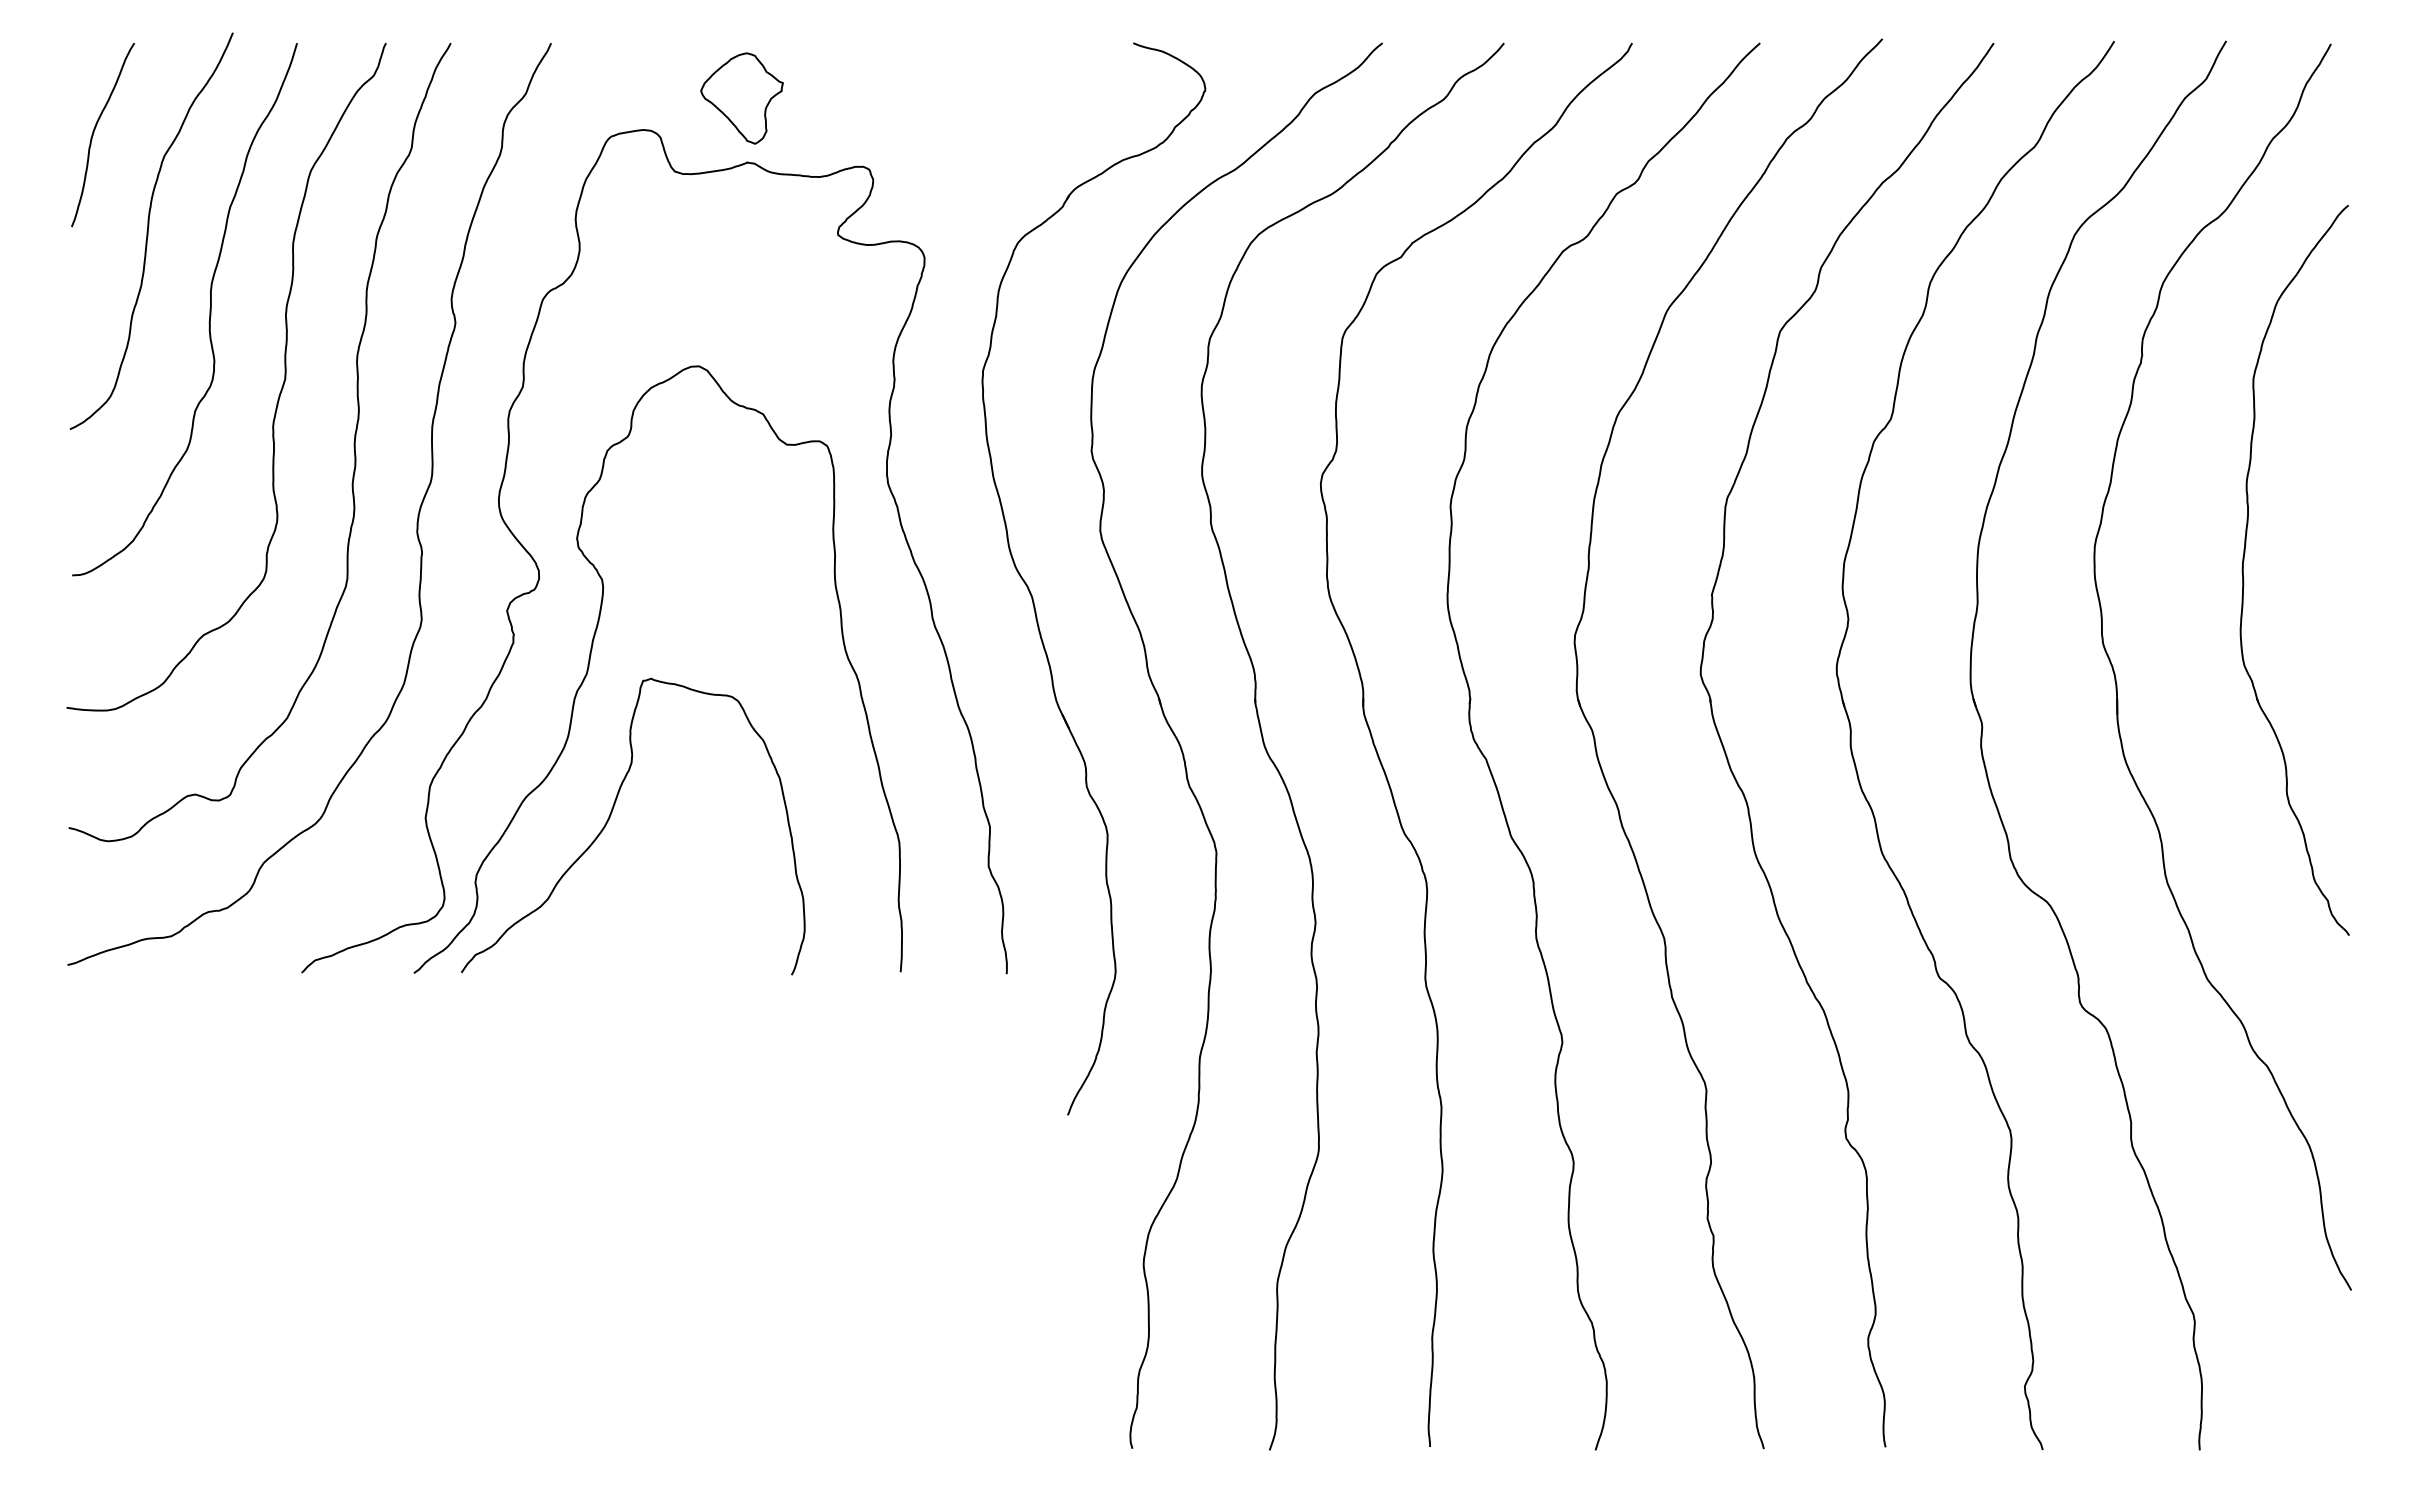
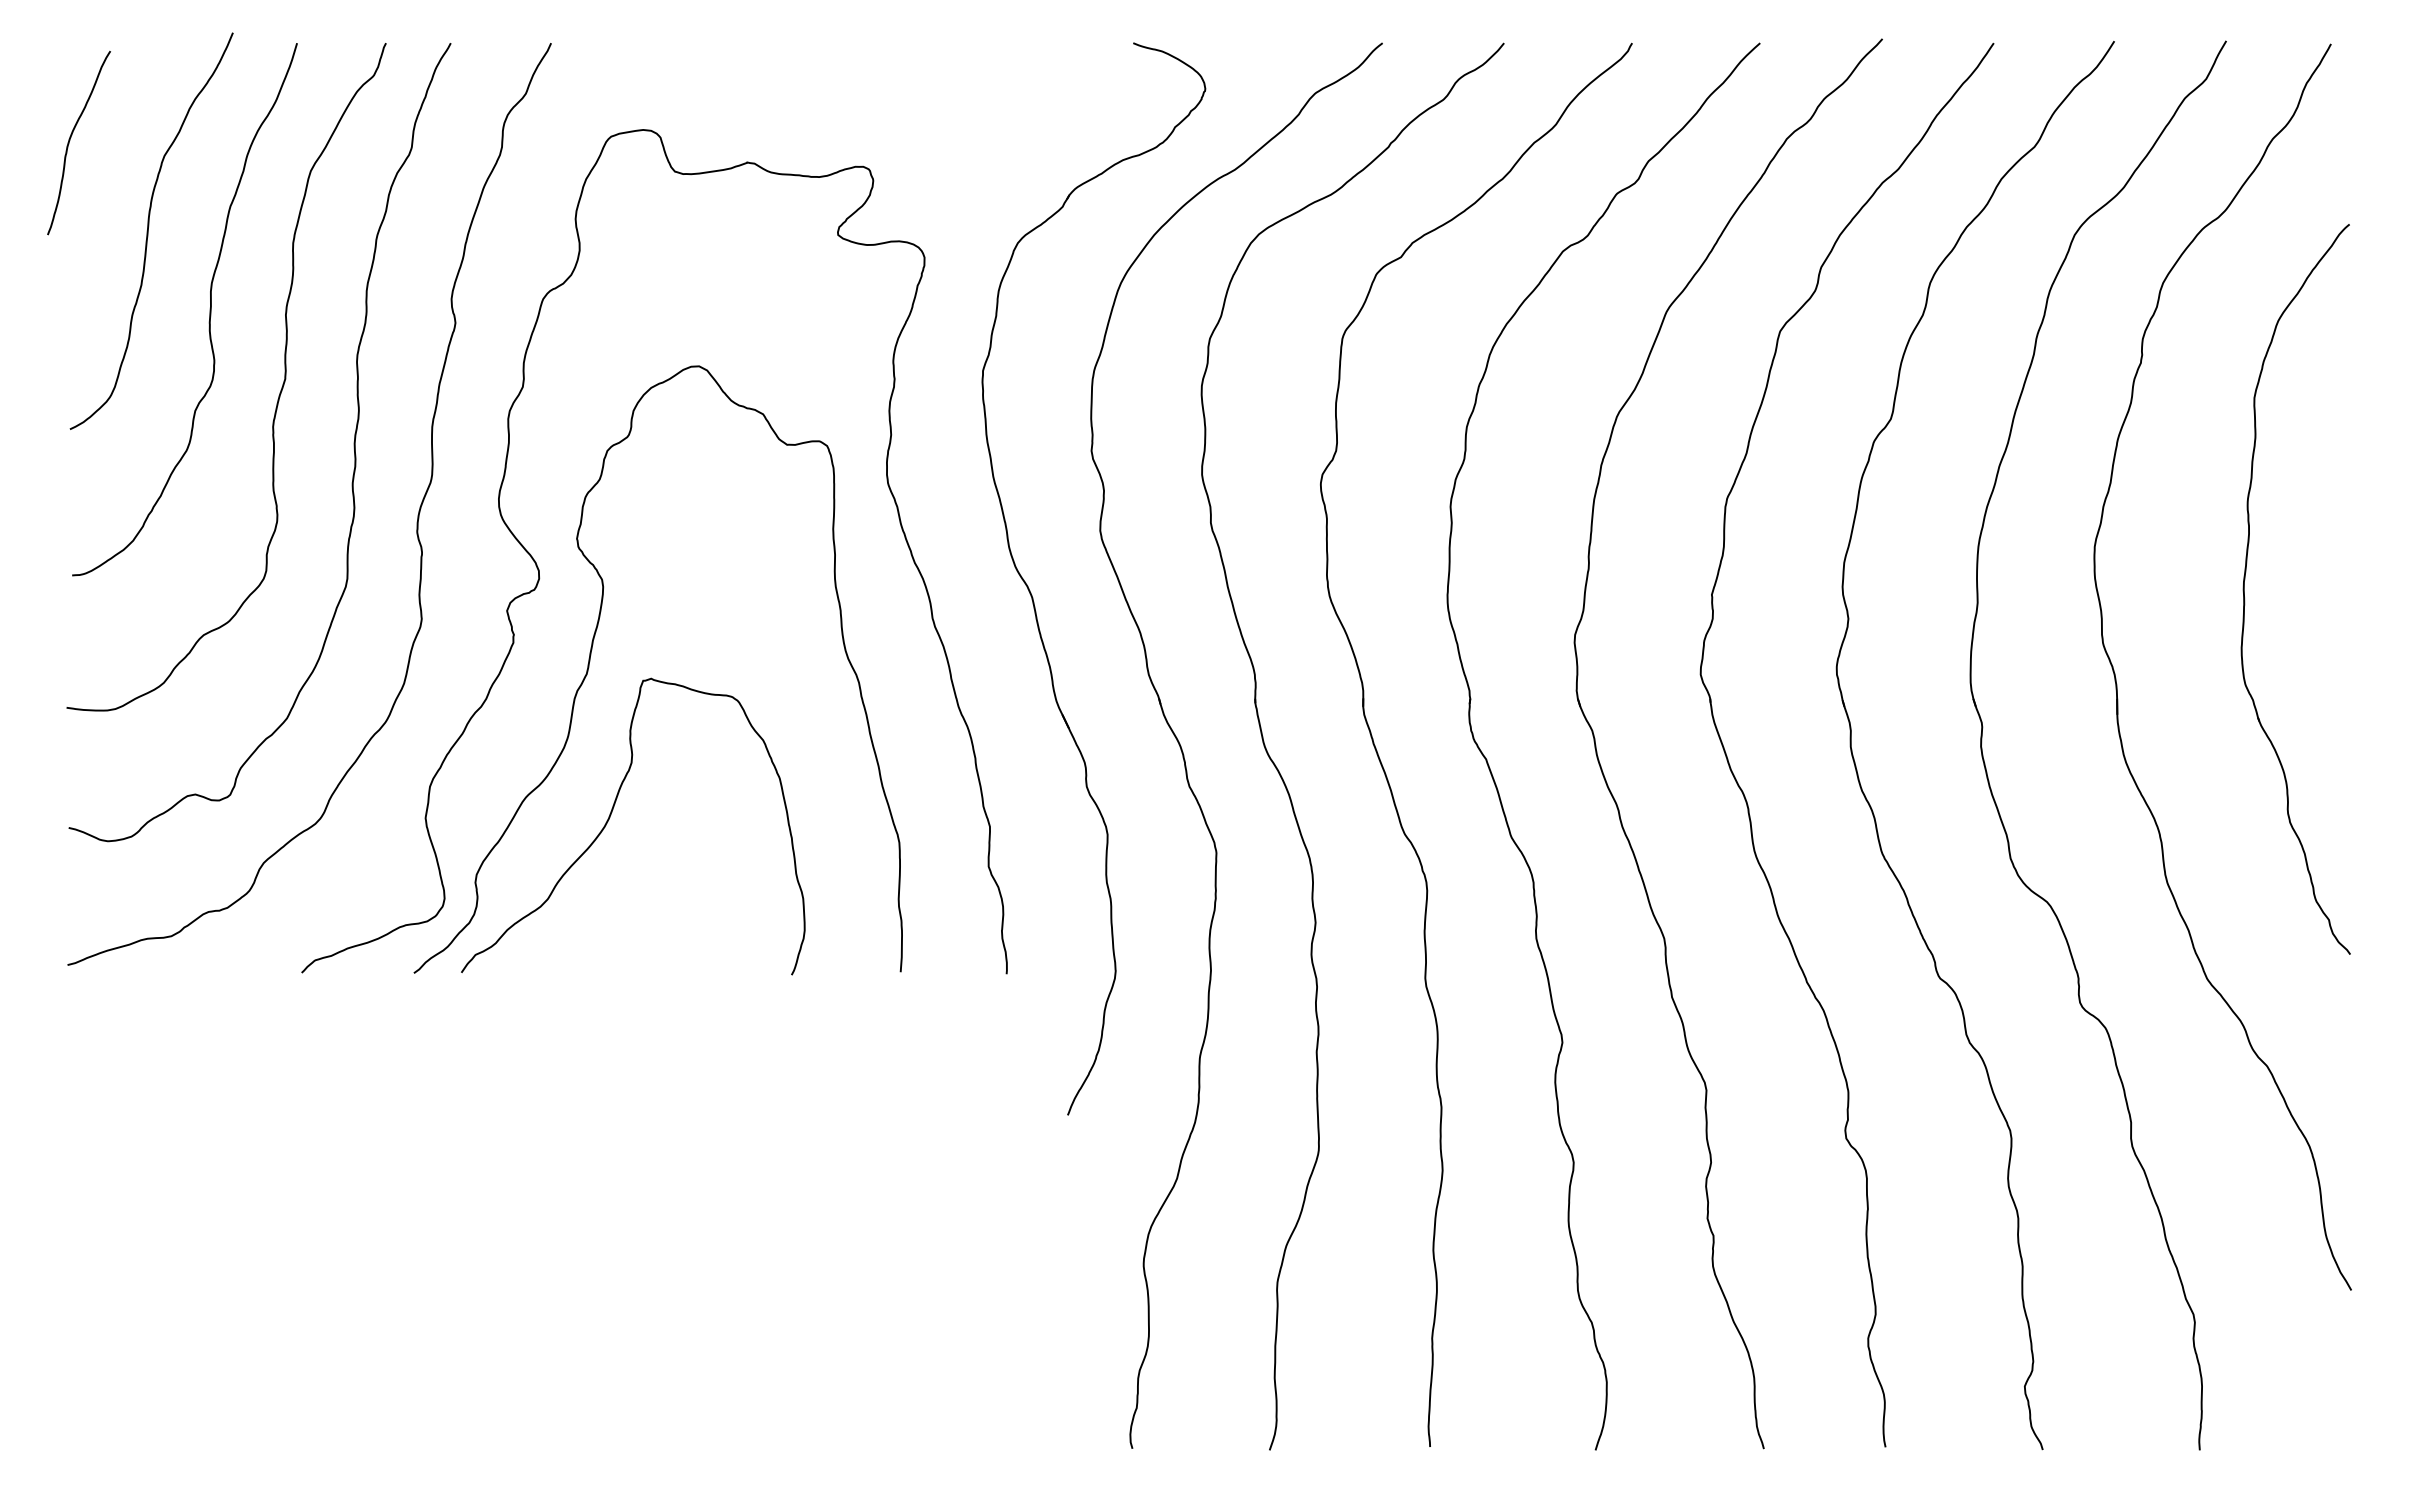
part at (741, 98): present -> none
curve at (94, 132) position: (94, 132) -> (70, 140)
part at (2244, 560) position: (2244, 560) -> (2245, 579)
